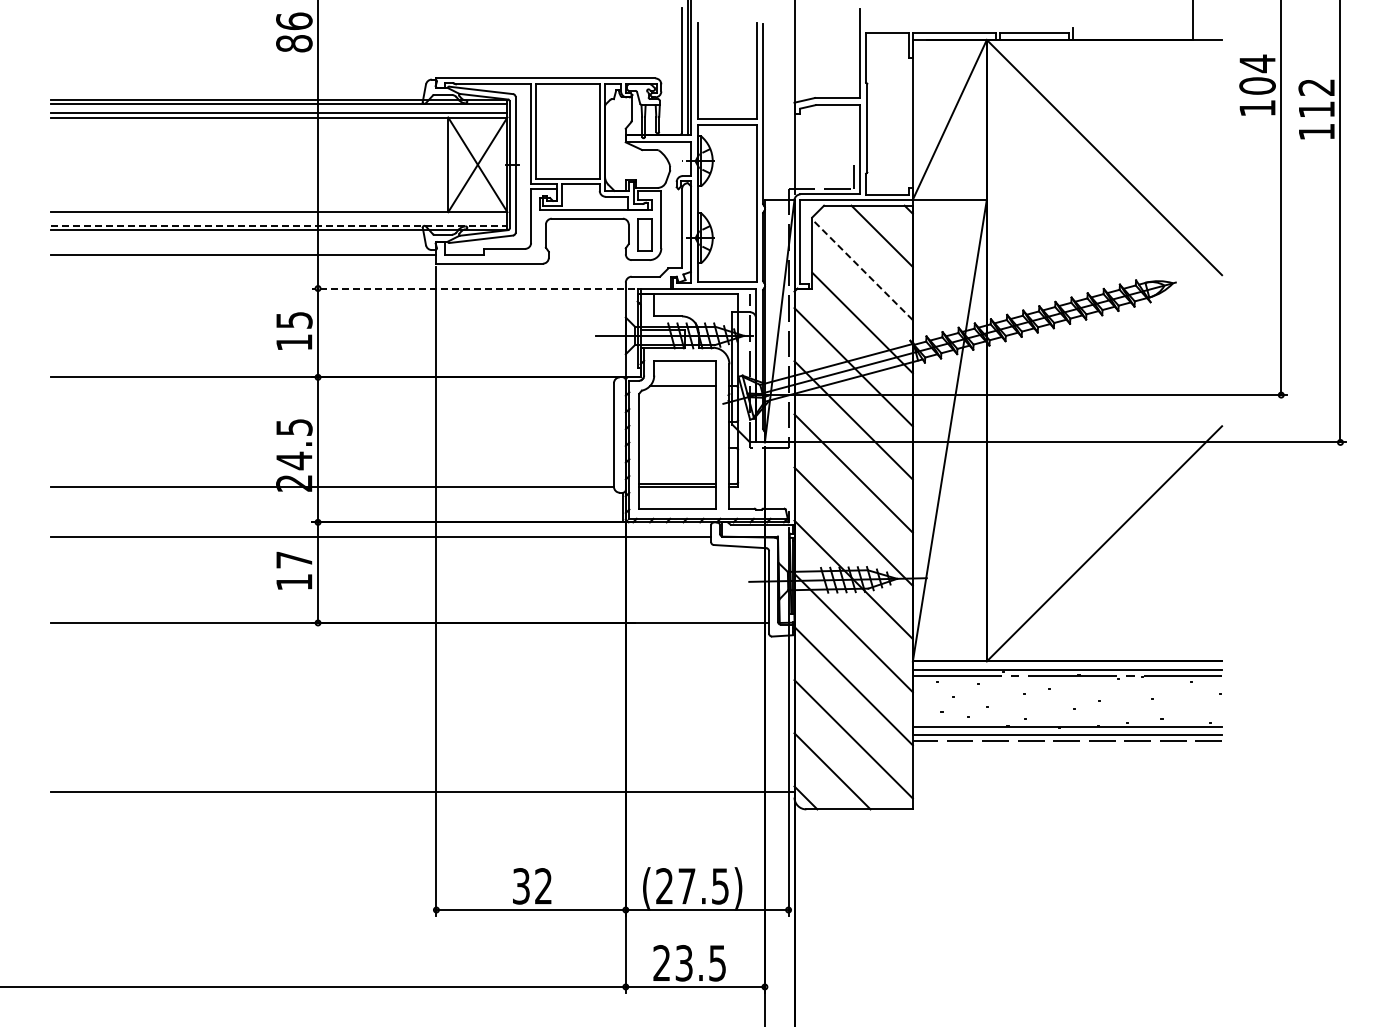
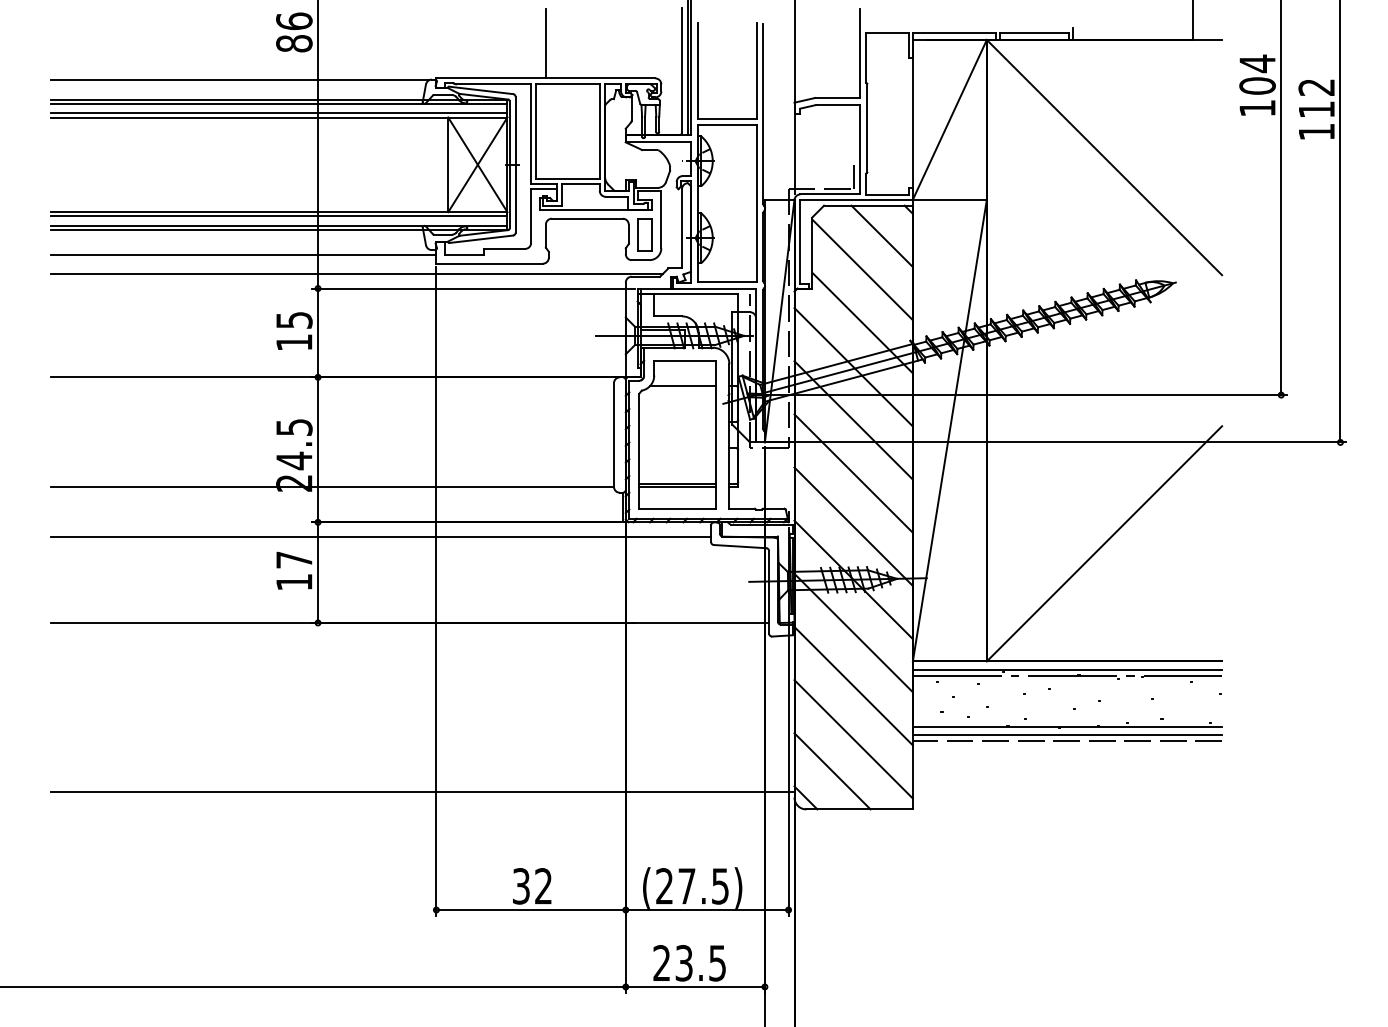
line at (545, 43): none -> present
line at (239, 80): none -> present
line at (278, 216): none -> present
line at (279, 225): dashed -> solid
line at (862, 269): dashed -> solid
line at (356, 273): none -> present
line at (472, 288): dashed -> solid
